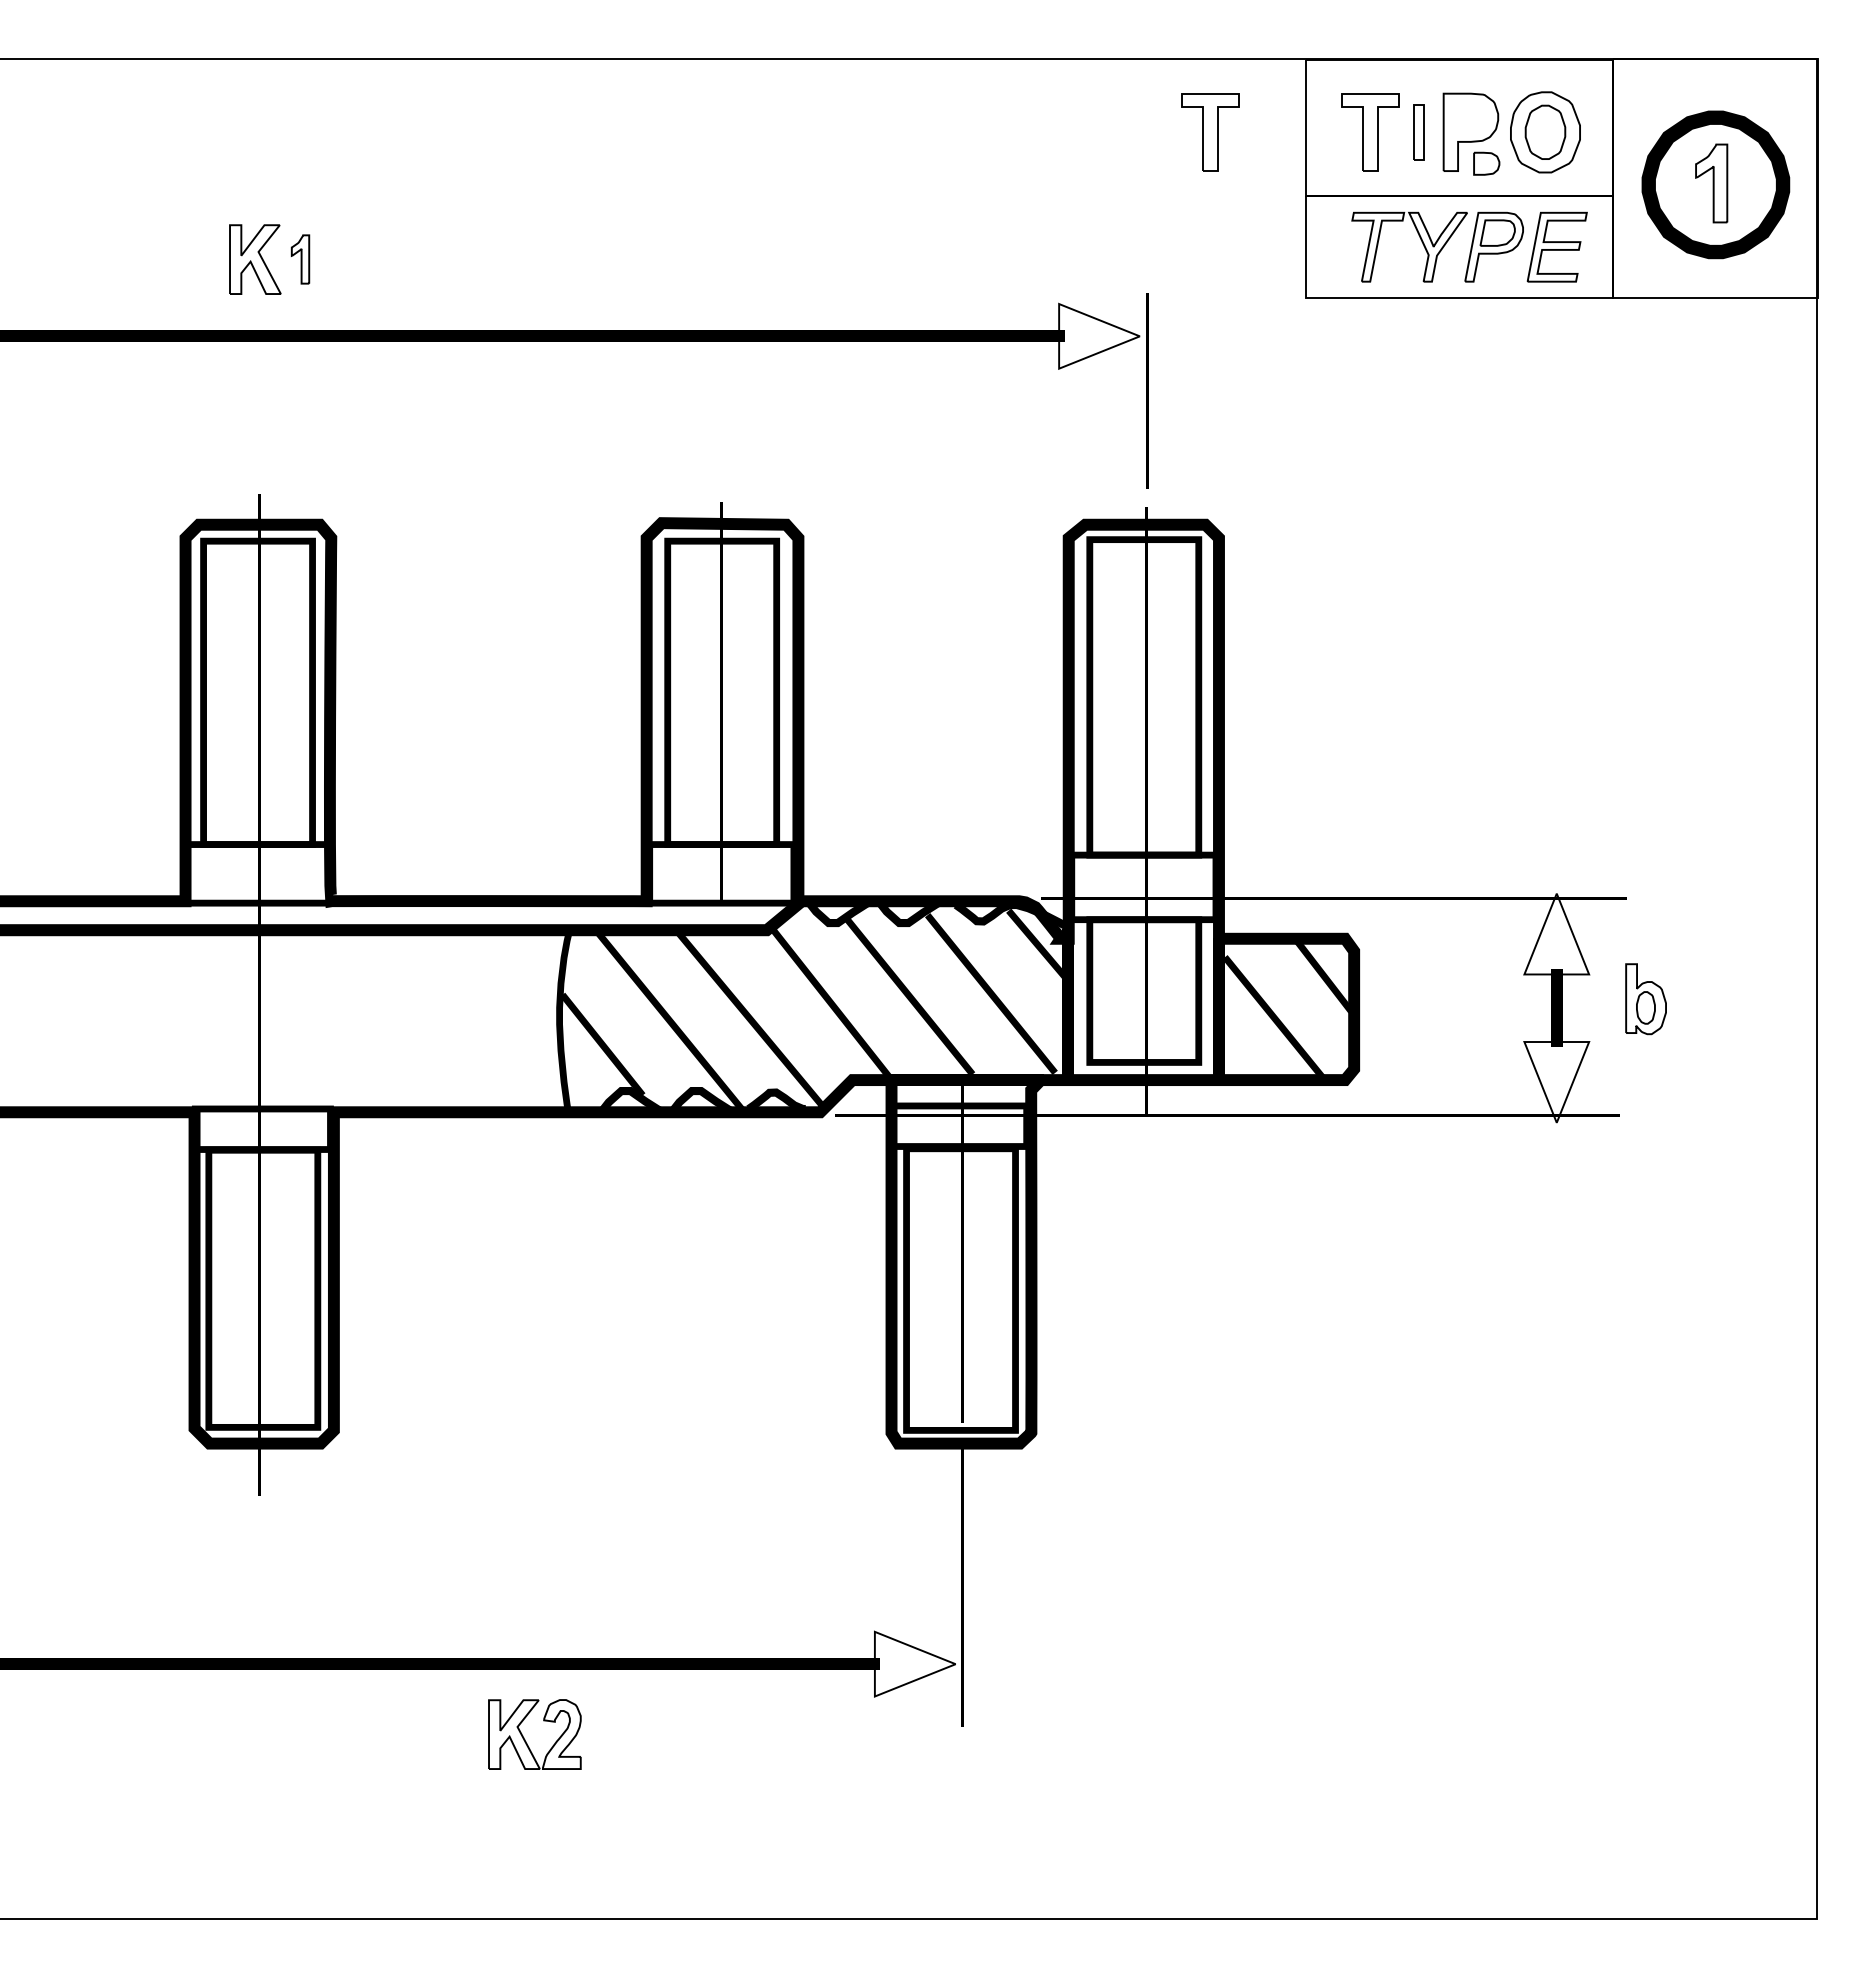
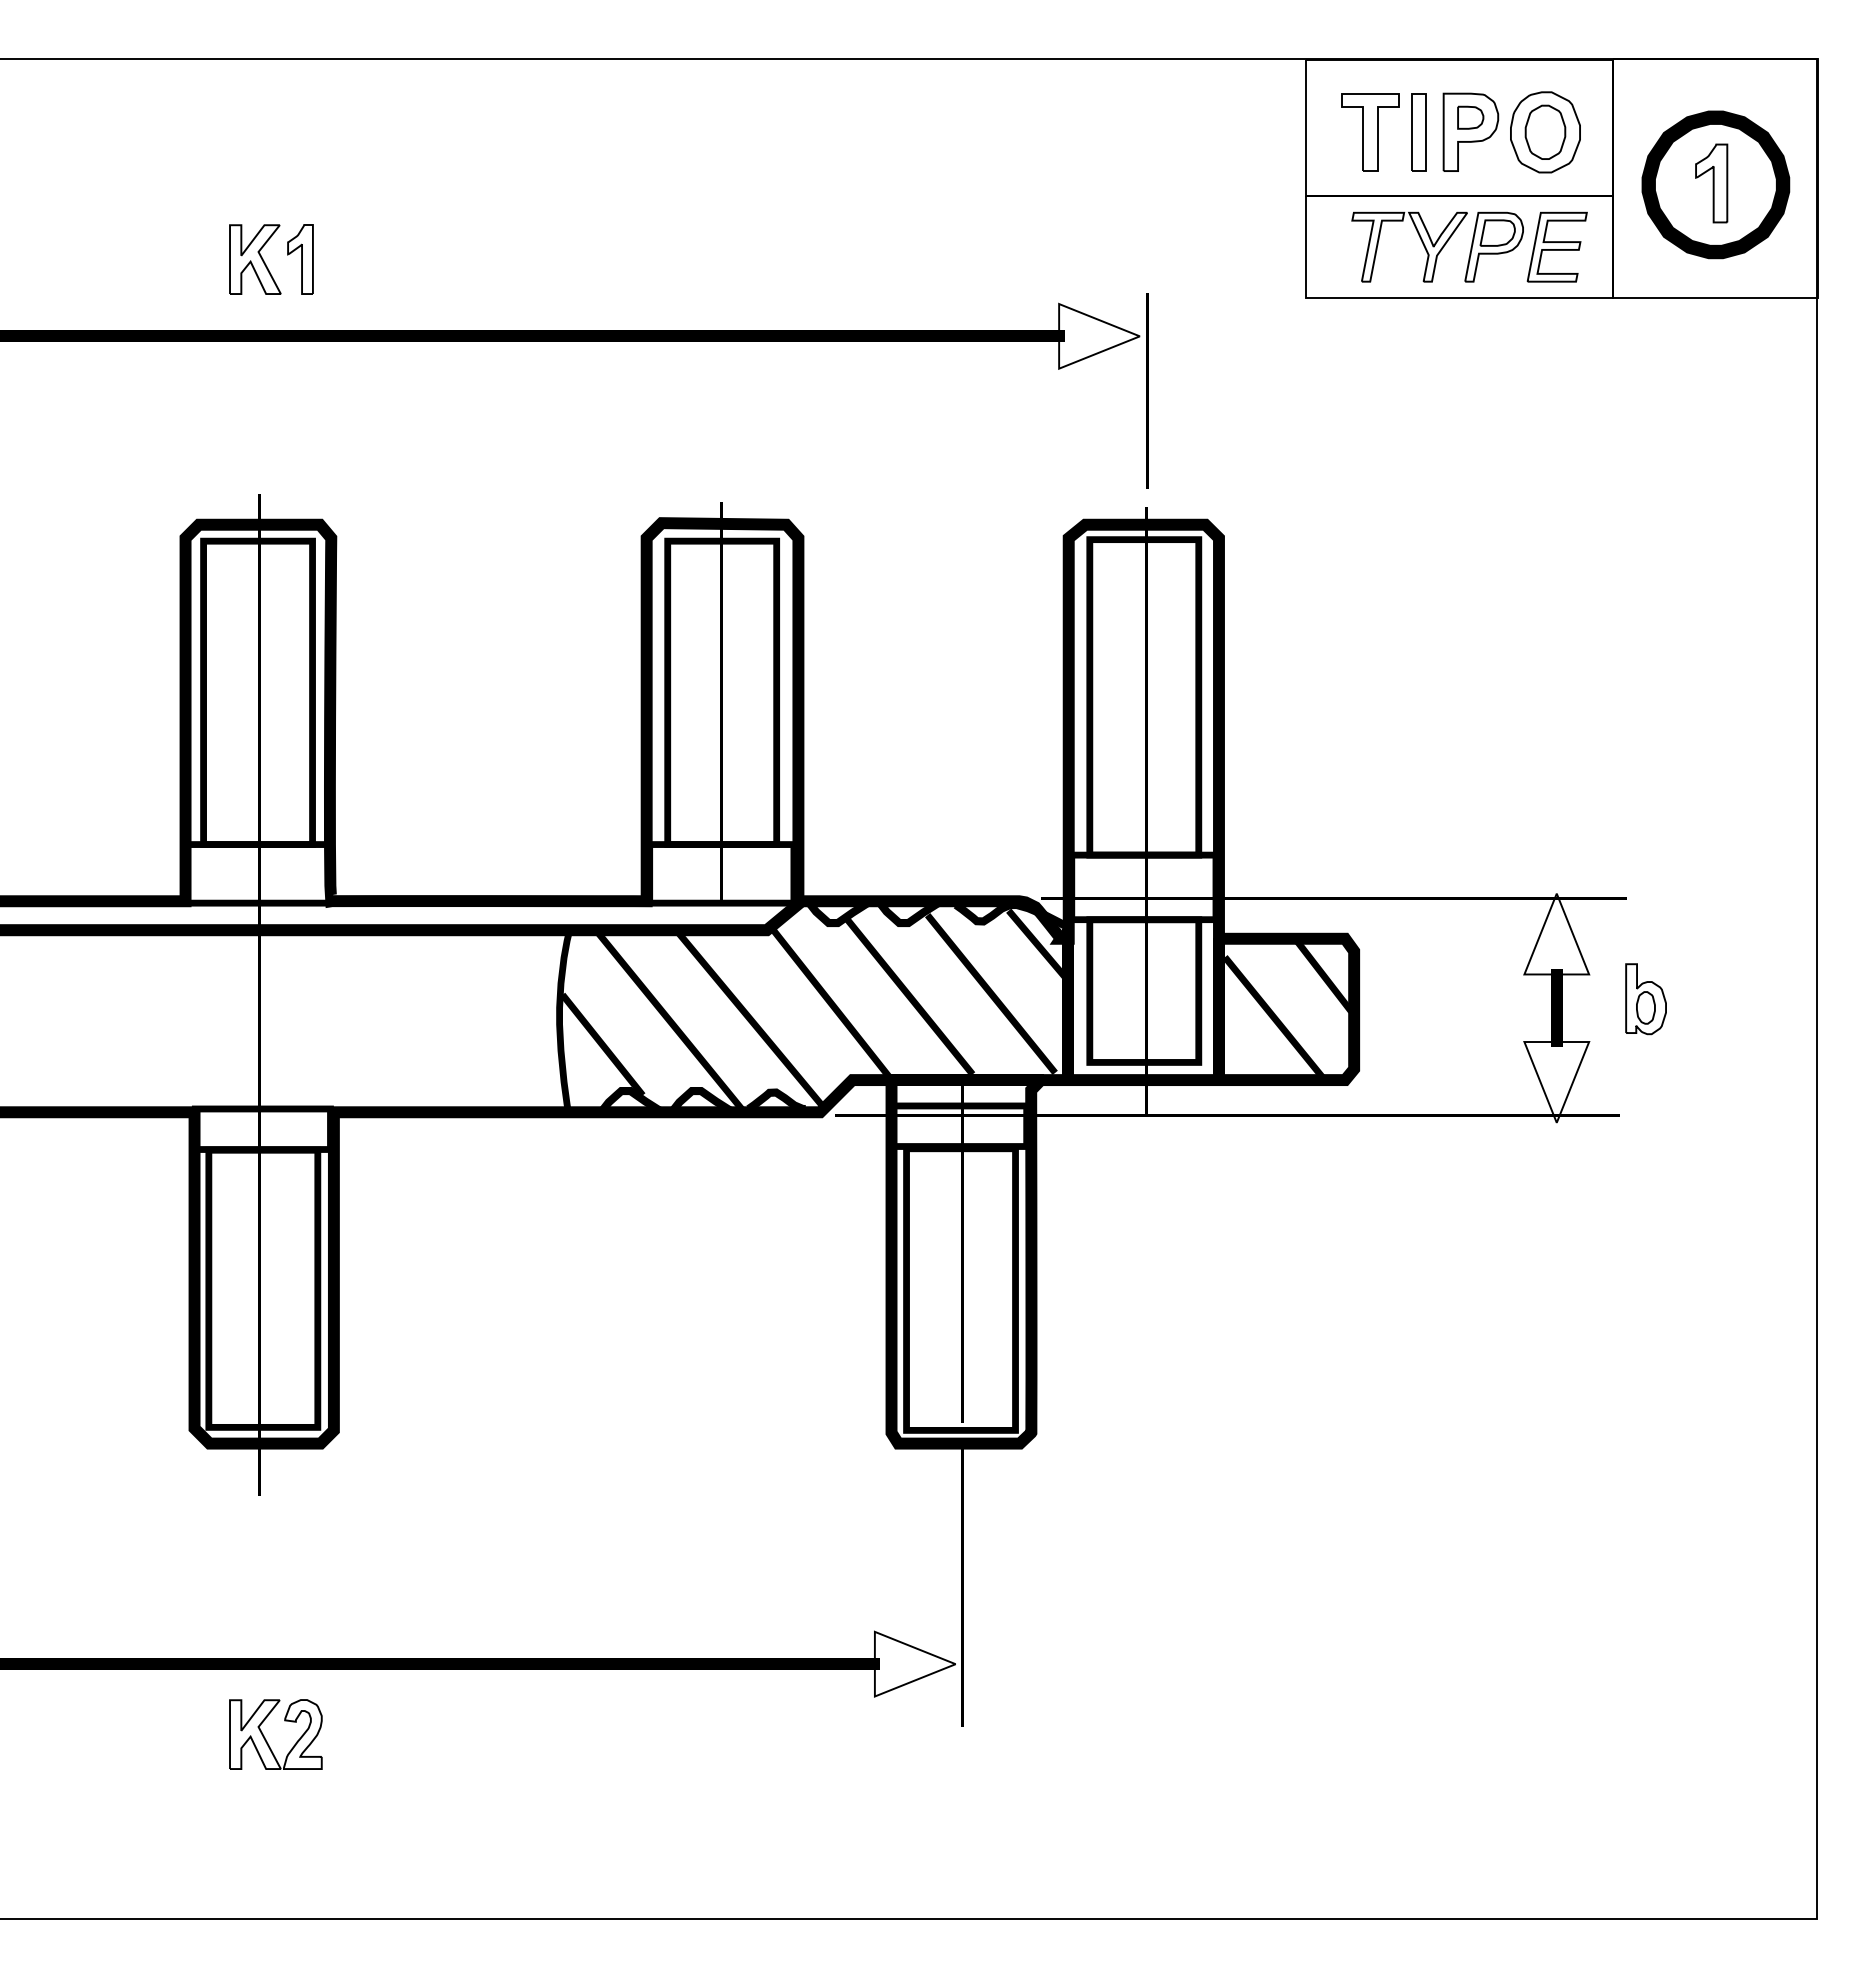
part at (1210, 132): present -> none
part at (1418, 132) size: 12x57 px -> 16x79 px
part at (1486, 163) position: (1486, 163) -> (1470, 117)
part at (300, 259) size: 21x51 px -> 27x71 px
part at (525, 1739) position: (525, 1739) -> (266, 1739)
